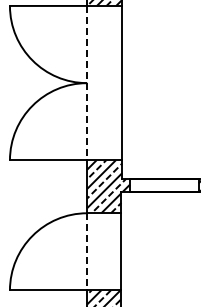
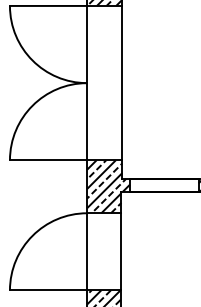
line at (87, 83): dashed -> solid
line at (87, 251): dashed -> solid
